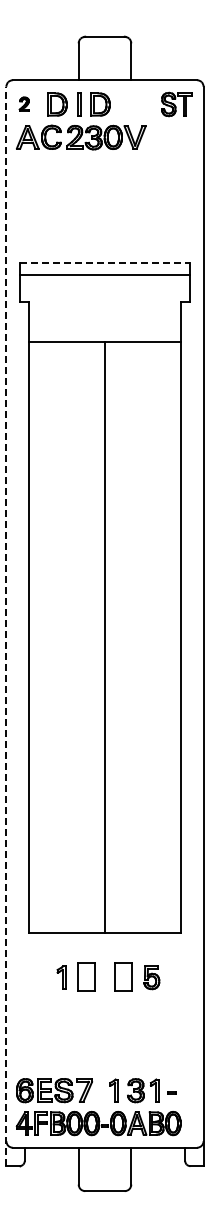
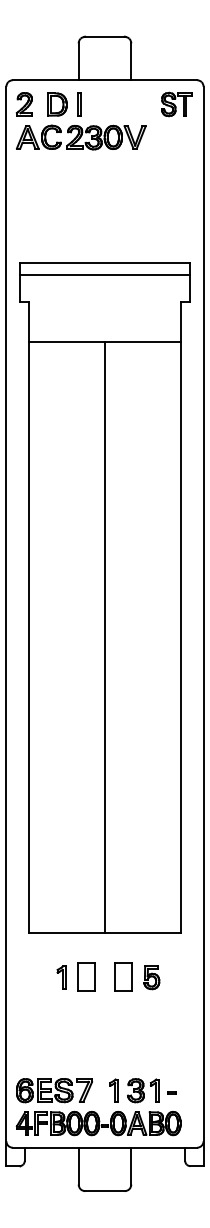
part at (23, 103) size: 12x16 px -> 18x25 px
part at (100, 104): present -> none
line at (105, 262): dashed -> solid
line at (6, 626): dashed -> solid
